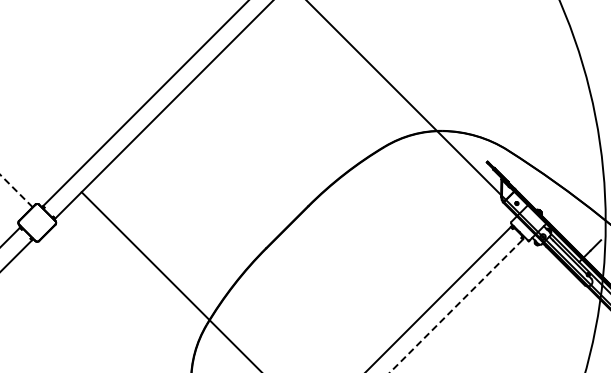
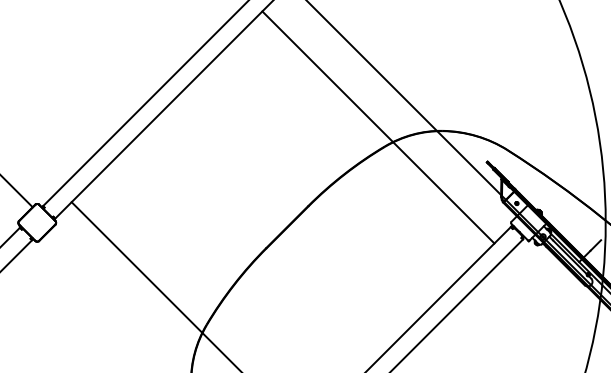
line at (378, 127): none -> present
line at (16, 191): dashed -> solid
line at (170, 280) position: (170, 280) -> (155, 285)
line at (456, 305): dashed -> solid
